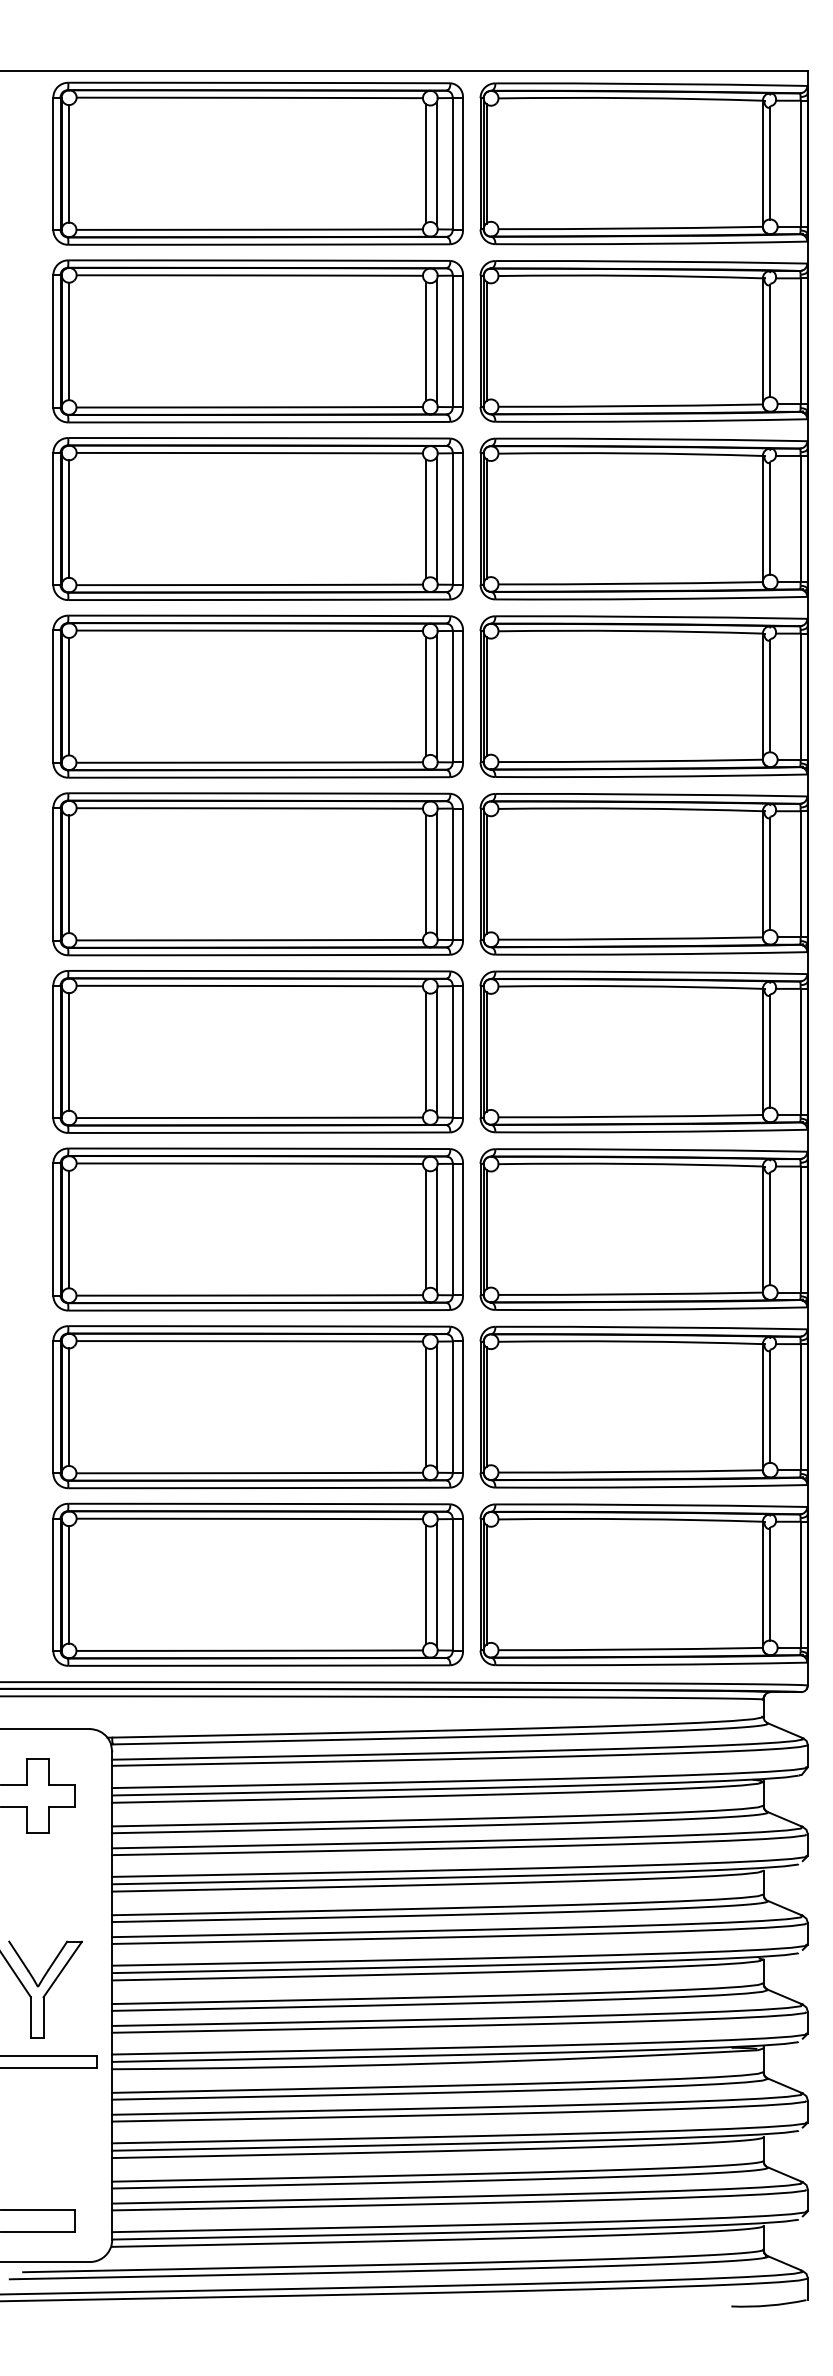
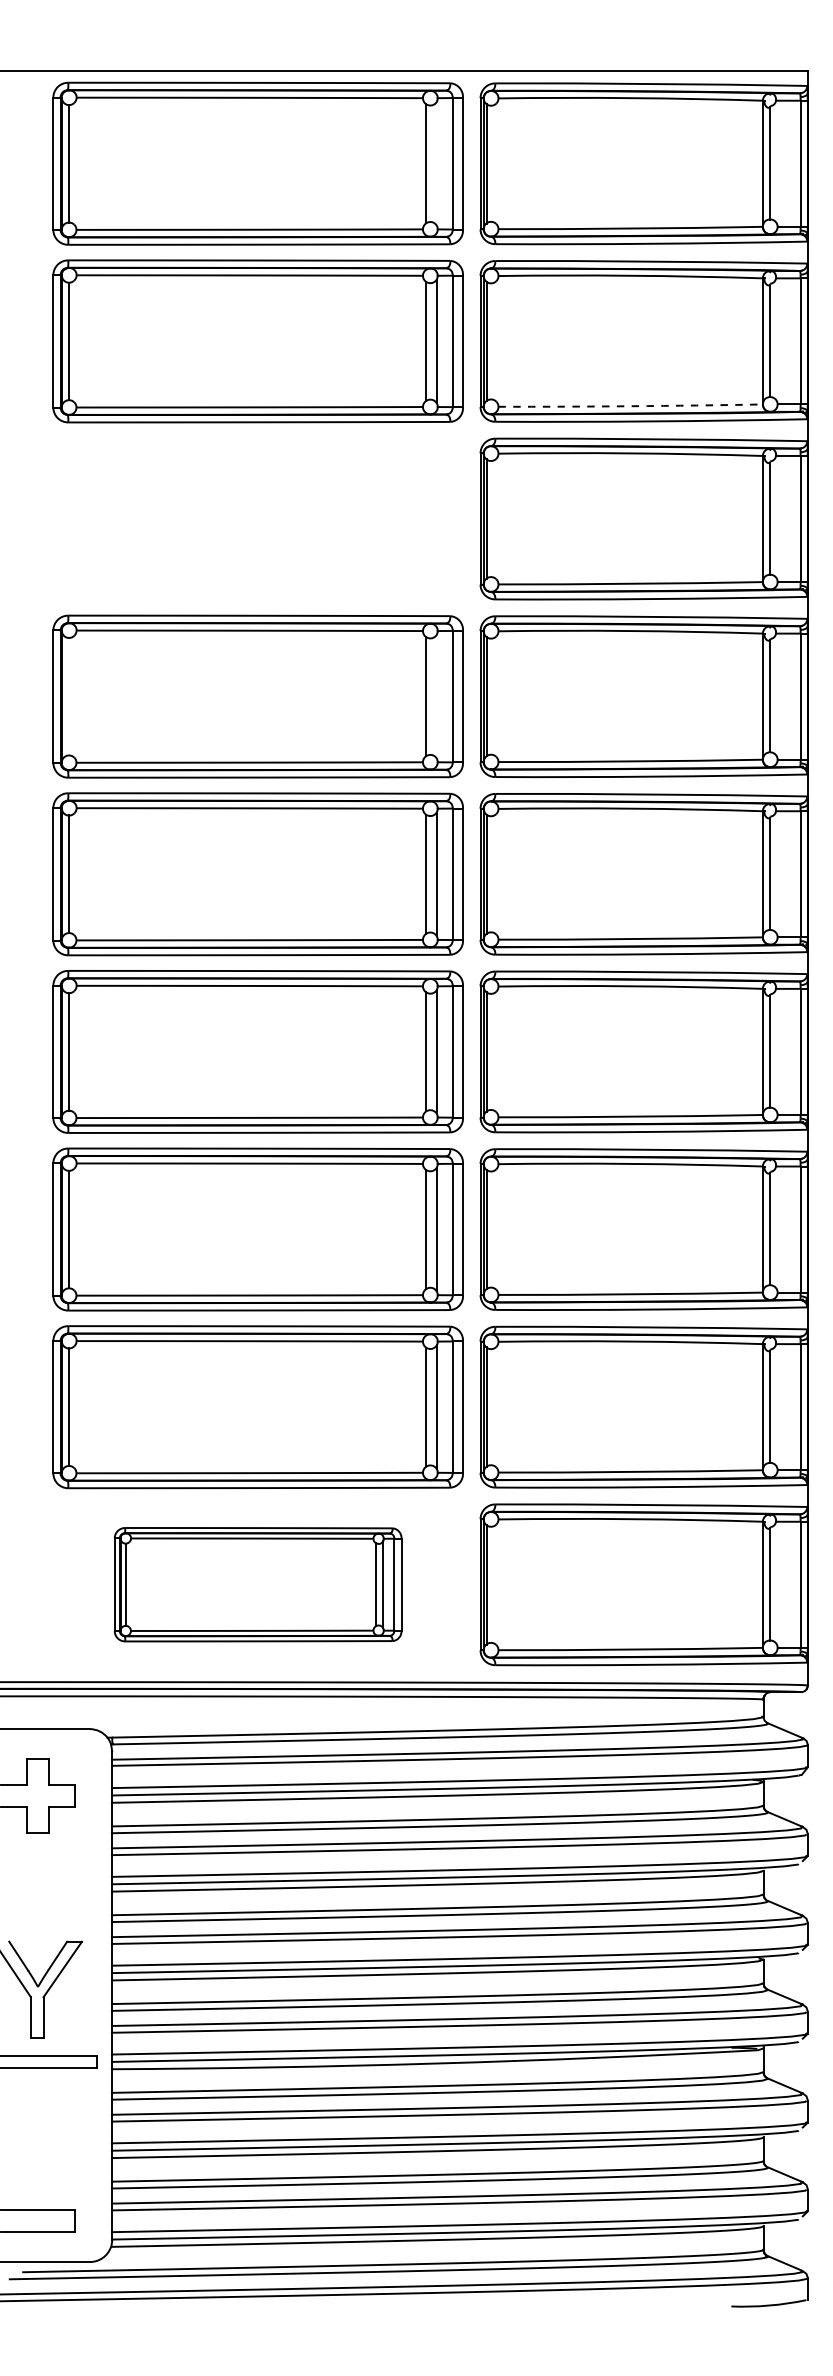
line at (436, 163): present -> none
arc at (630, 406): solid -> dashed
part at (257, 518): present -> none
line at (68, 696): present -> none
line at (436, 696): present -> none
part at (257, 1584) size: 412x165 px -> 290x116 px
